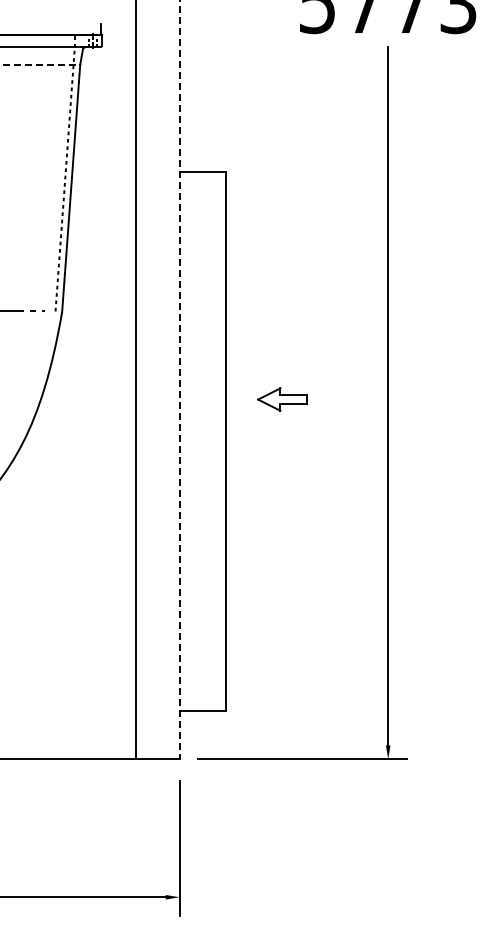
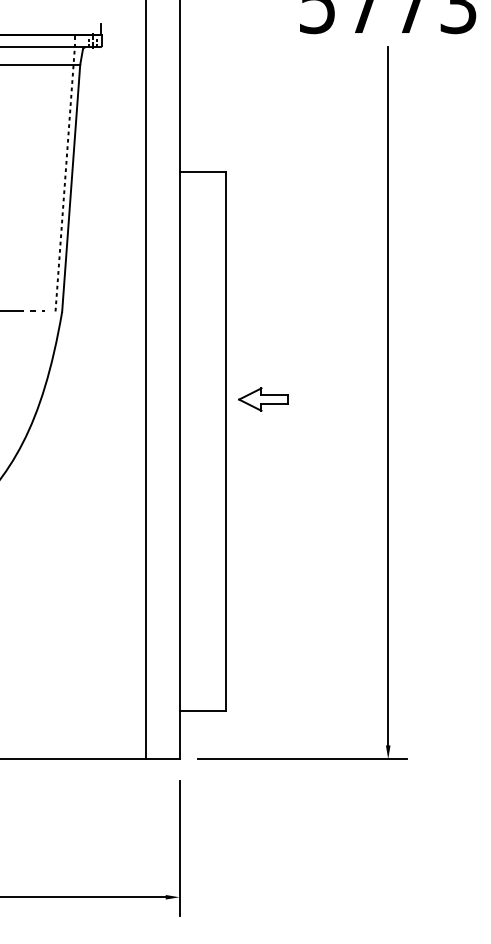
line at (40, 64): dashed -> solid
line at (135, 380) position: (135, 380) -> (145, 380)
line at (179, 380): dashed -> solid
part at (282, 399) position: (282, 399) -> (263, 399)
